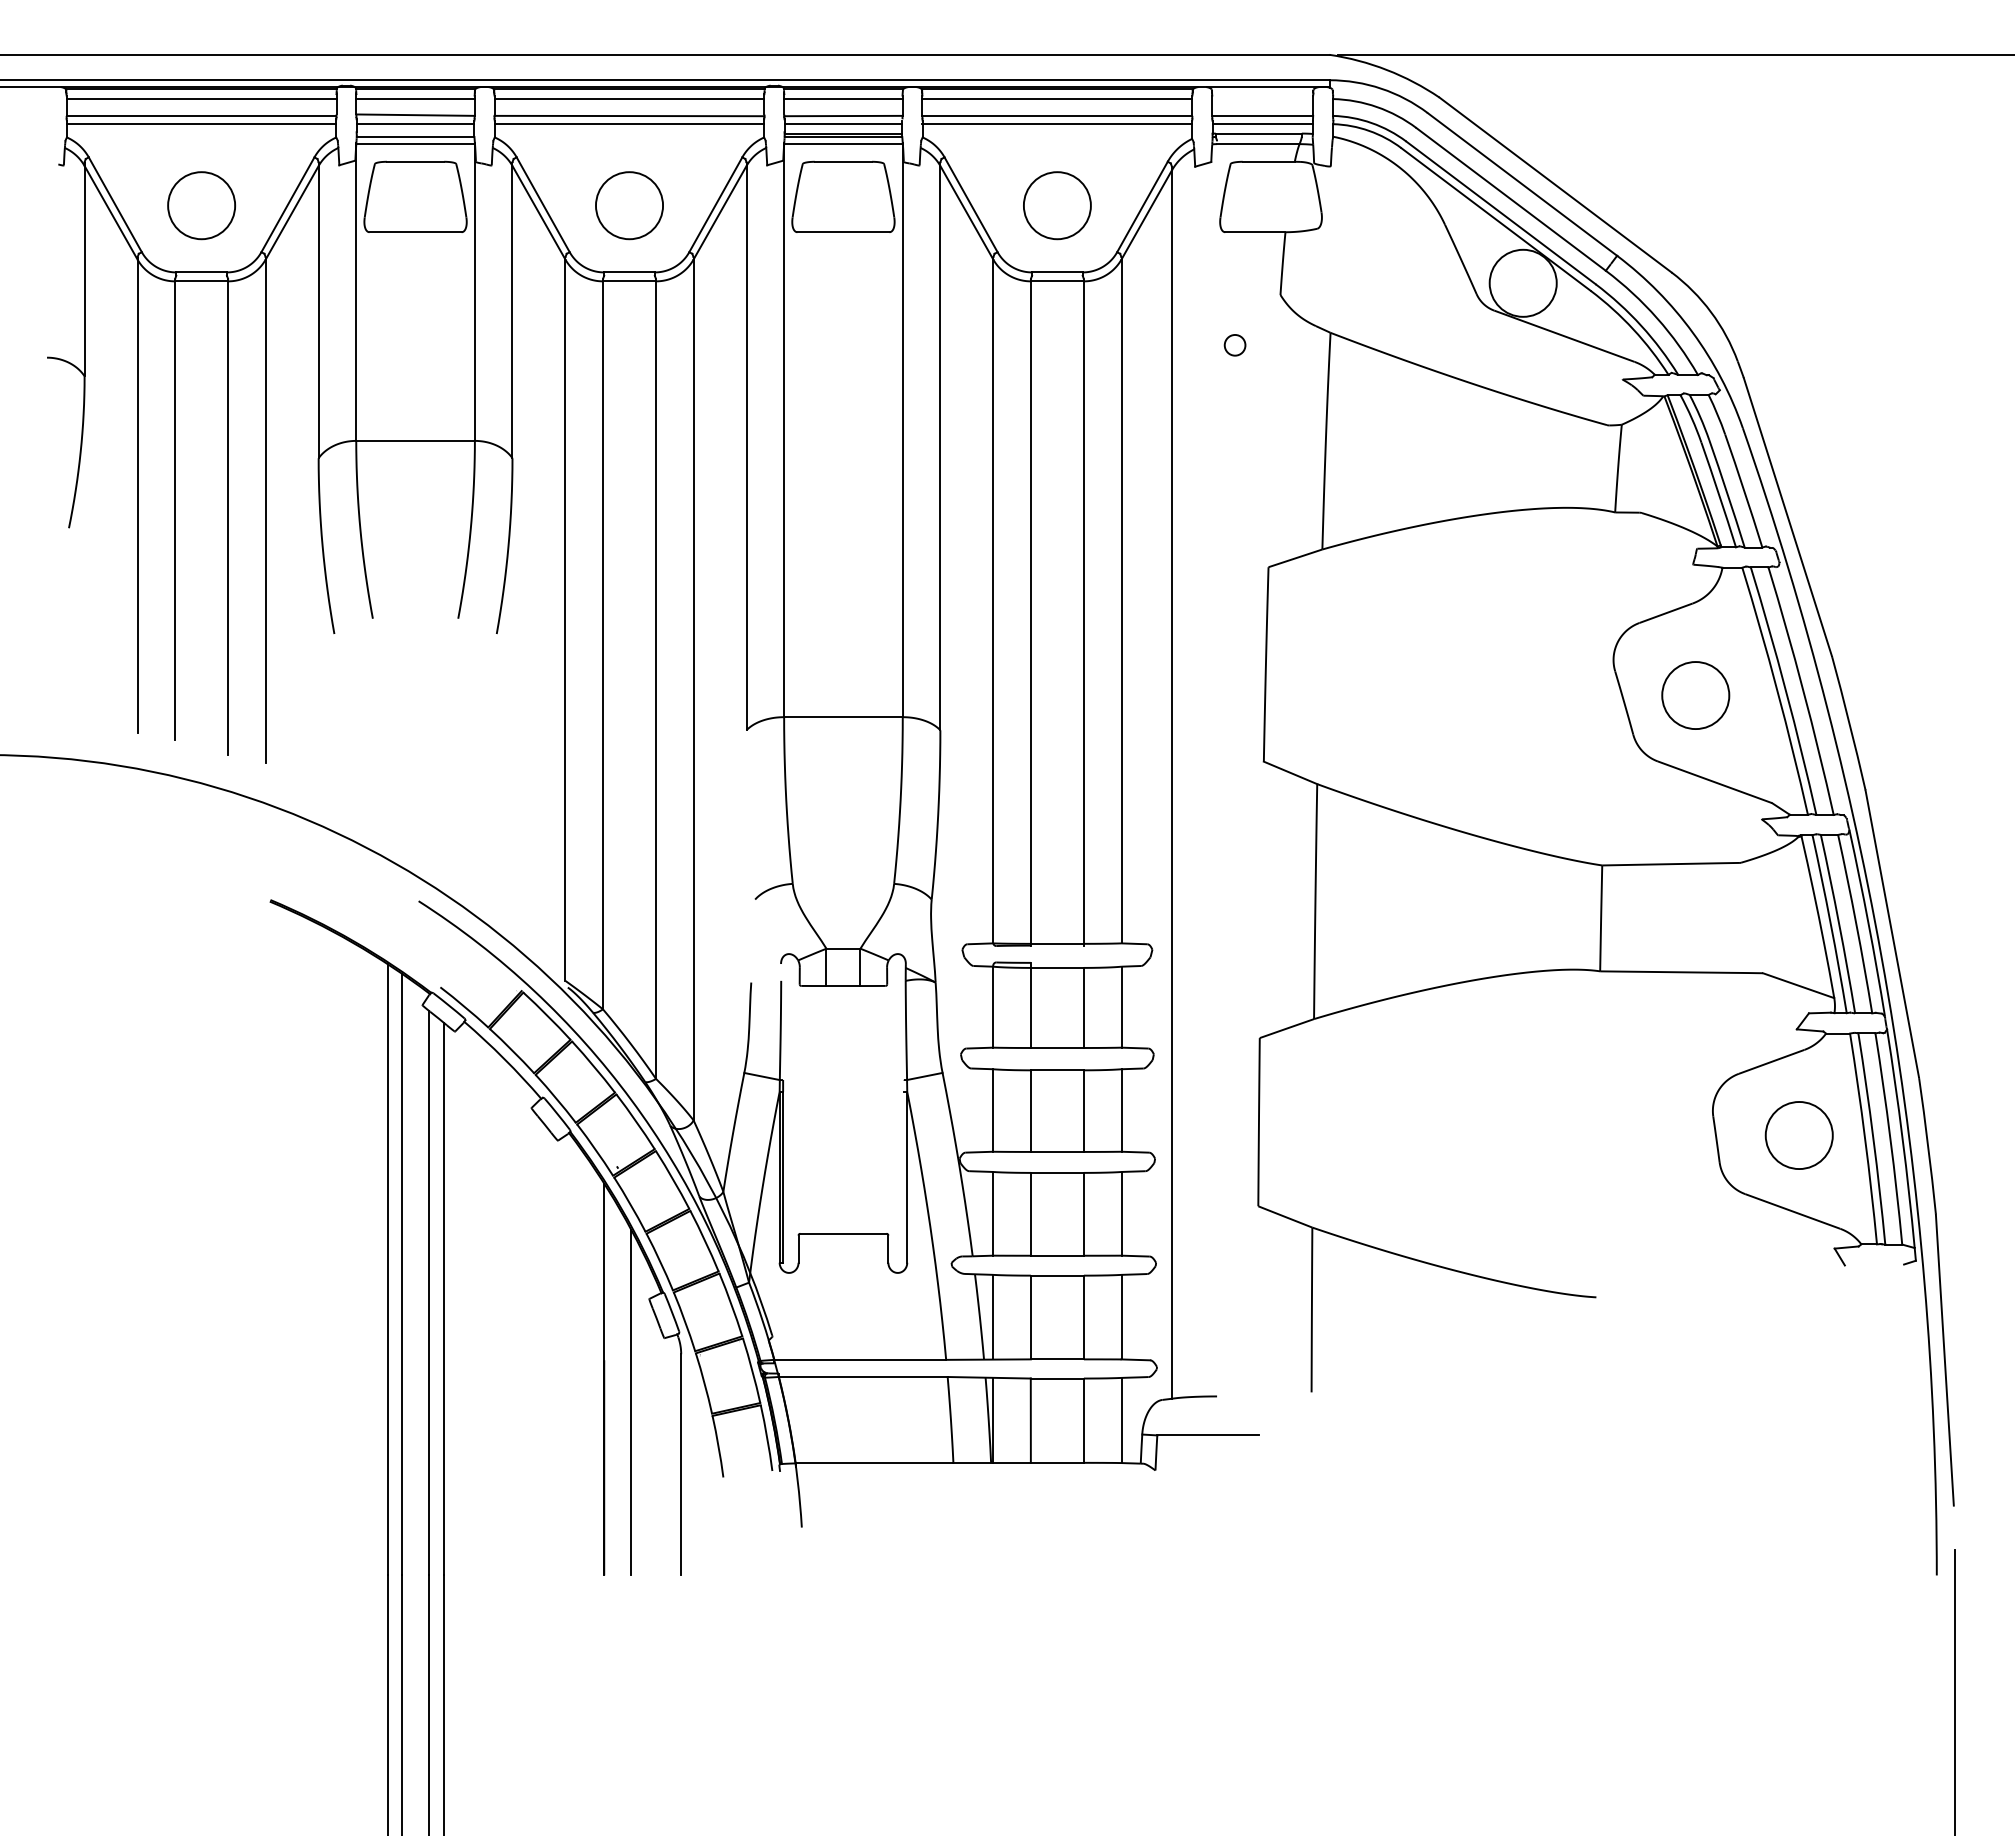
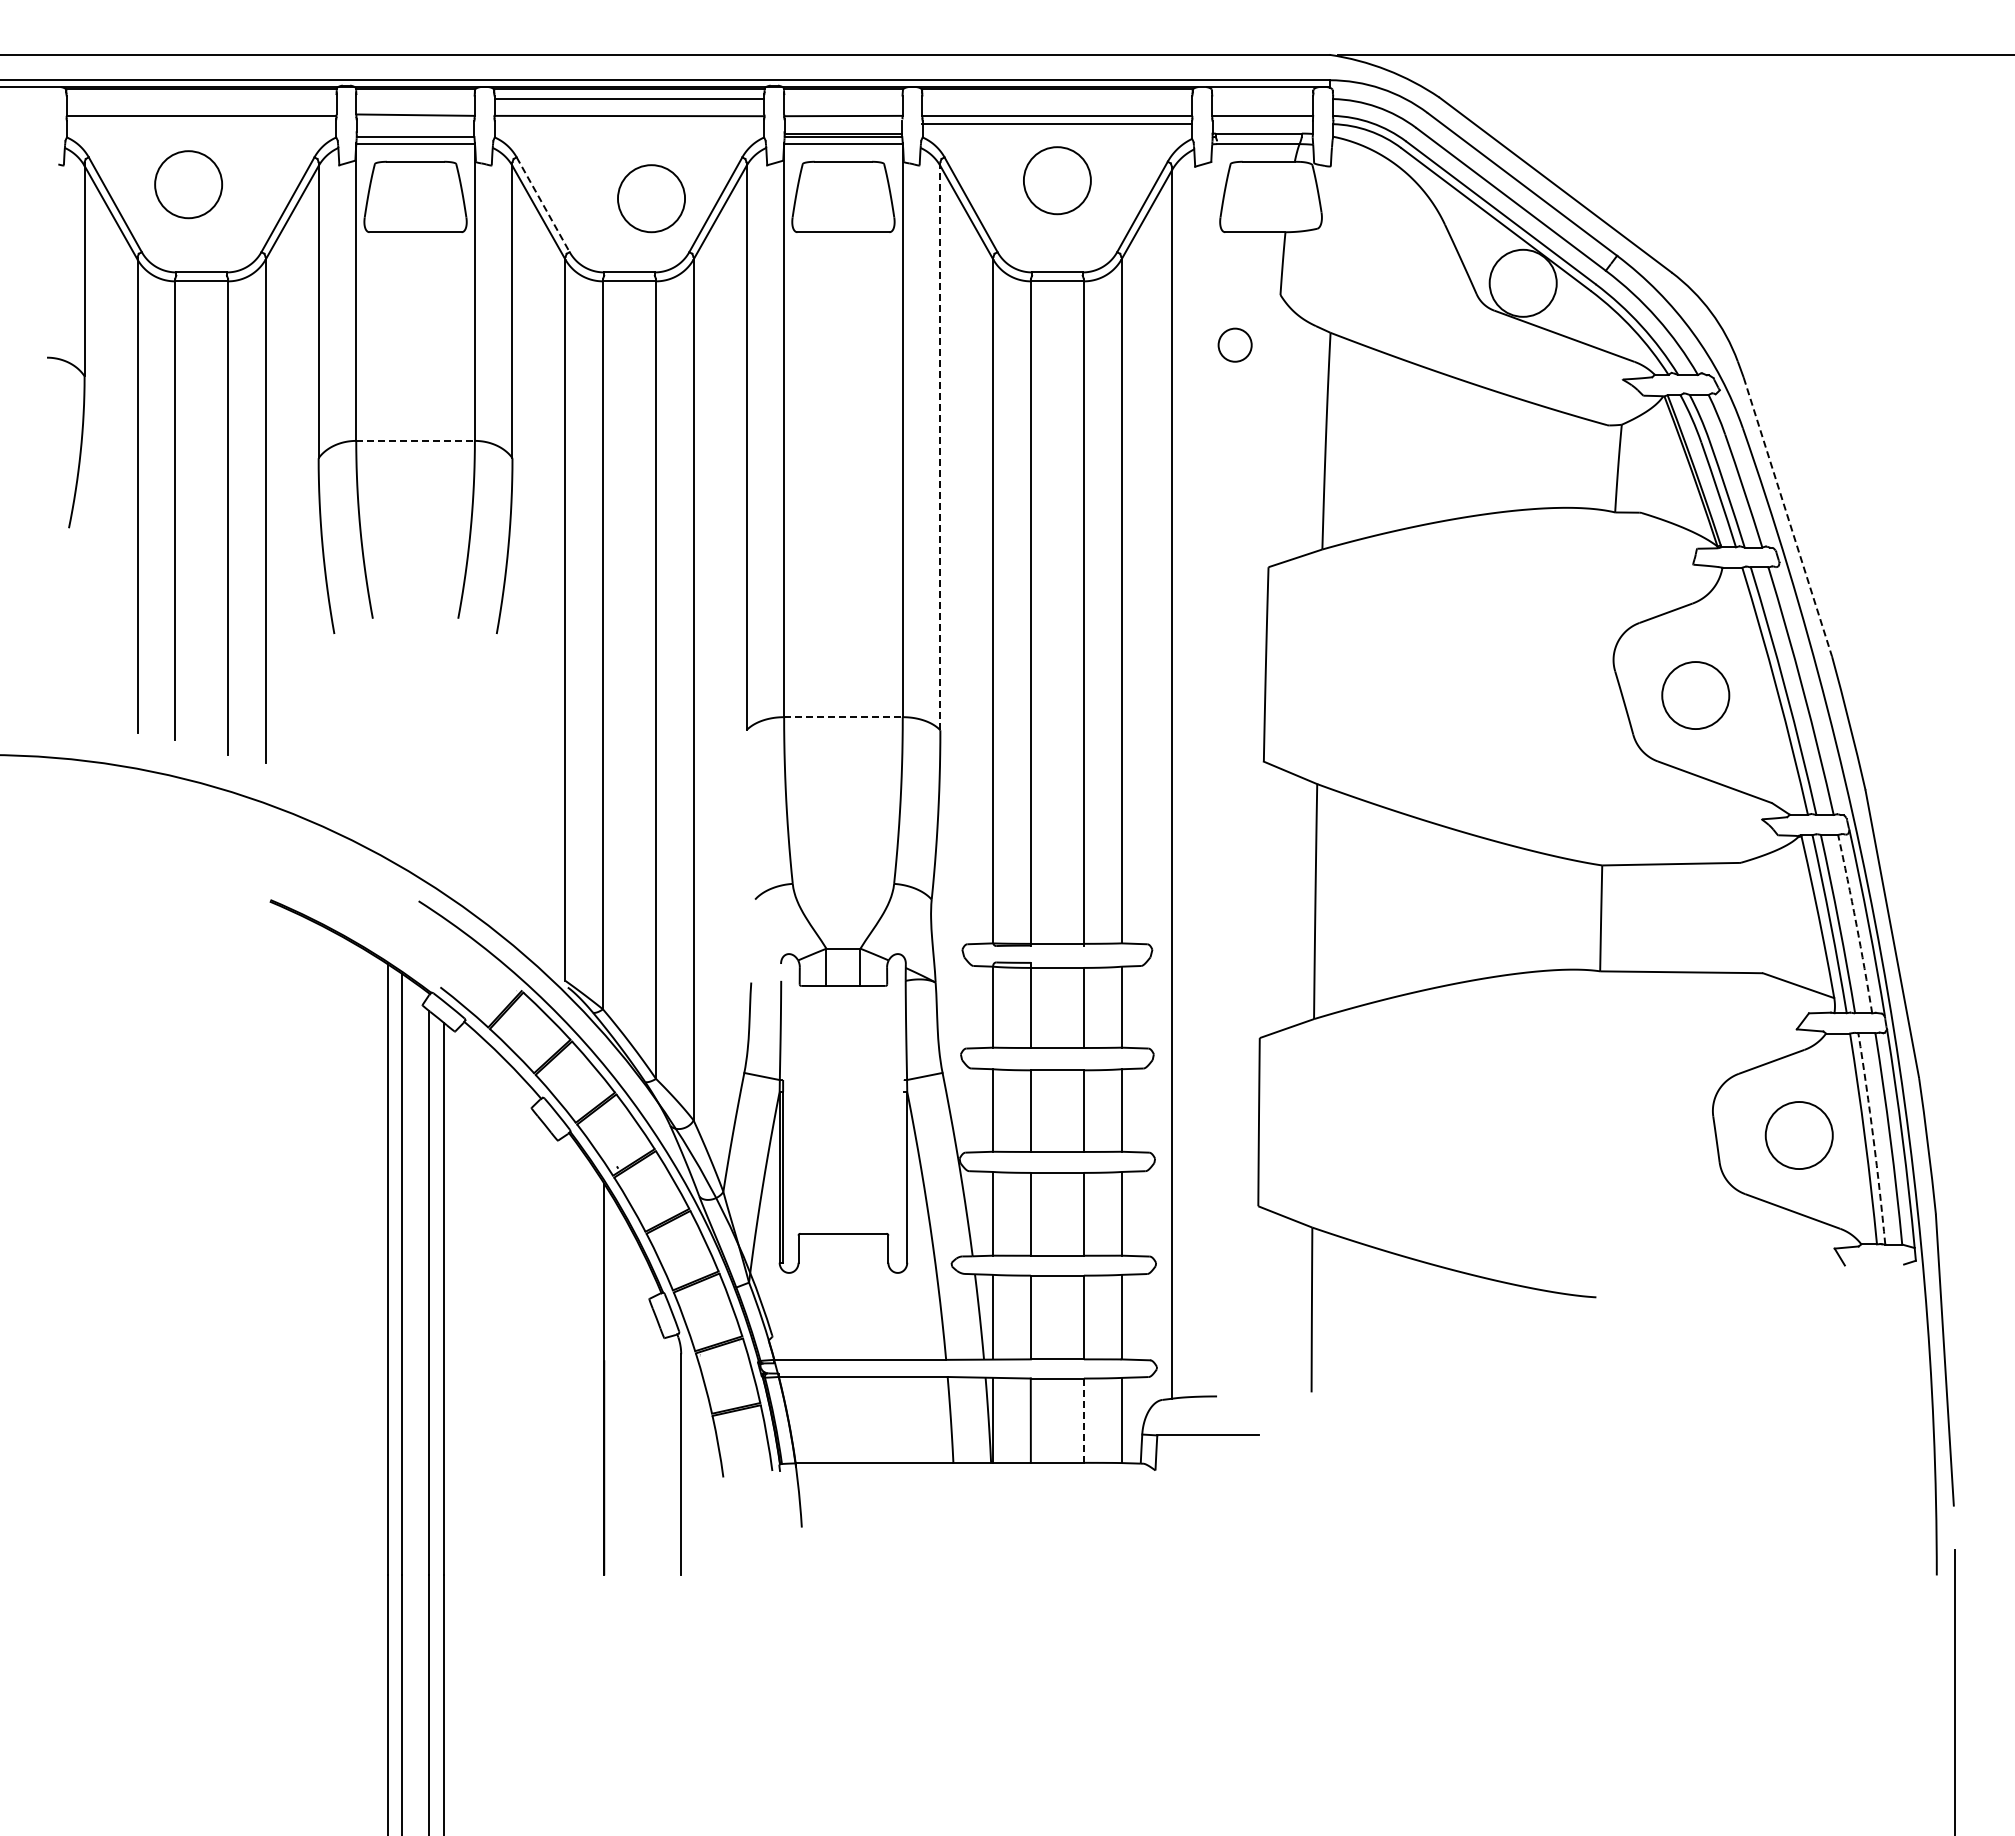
line at (201, 99): present -> none
line at (415, 99): present -> none
line at (843, 99): present -> none
line at (1057, 99): present -> none
line at (201, 124): present -> none
line at (415, 124): present -> none
line at (629, 124): present -> none
line at (843, 124): present -> none
line at (1262, 124): present -> none
circle at (201, 205) position: (201, 205) -> (188, 184)
line at (543, 205): solid -> dashed
circle at (629, 205) position: (629, 205) -> (651, 198)
circle at (1057, 205) position: (1057, 205) -> (1057, 180)
circle at (1234, 345) size: 24x23 px -> 36x36 px
line at (416, 440): solid -> dashed
line at (940, 446): solid -> dashed
line at (1787, 517): solid -> dashed
line at (843, 717): solid -> dashed
arc at (1856, 923): solid -> dashed
arc at (1873, 1138): solid -> dashed
line at (631, 1402): present -> none
line at (1083, 1421): solid -> dashed
